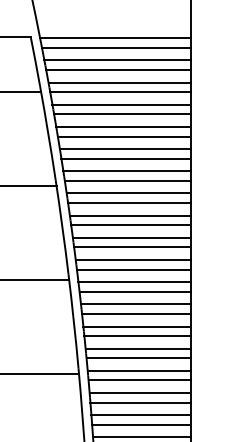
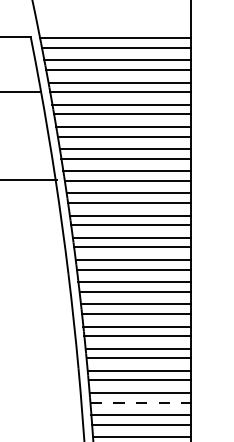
line at (29, 185) position: (29, 185) -> (29, 179)
line at (35, 279): present -> none
line at (40, 373): present -> none
line at (140, 402): solid -> dashed
